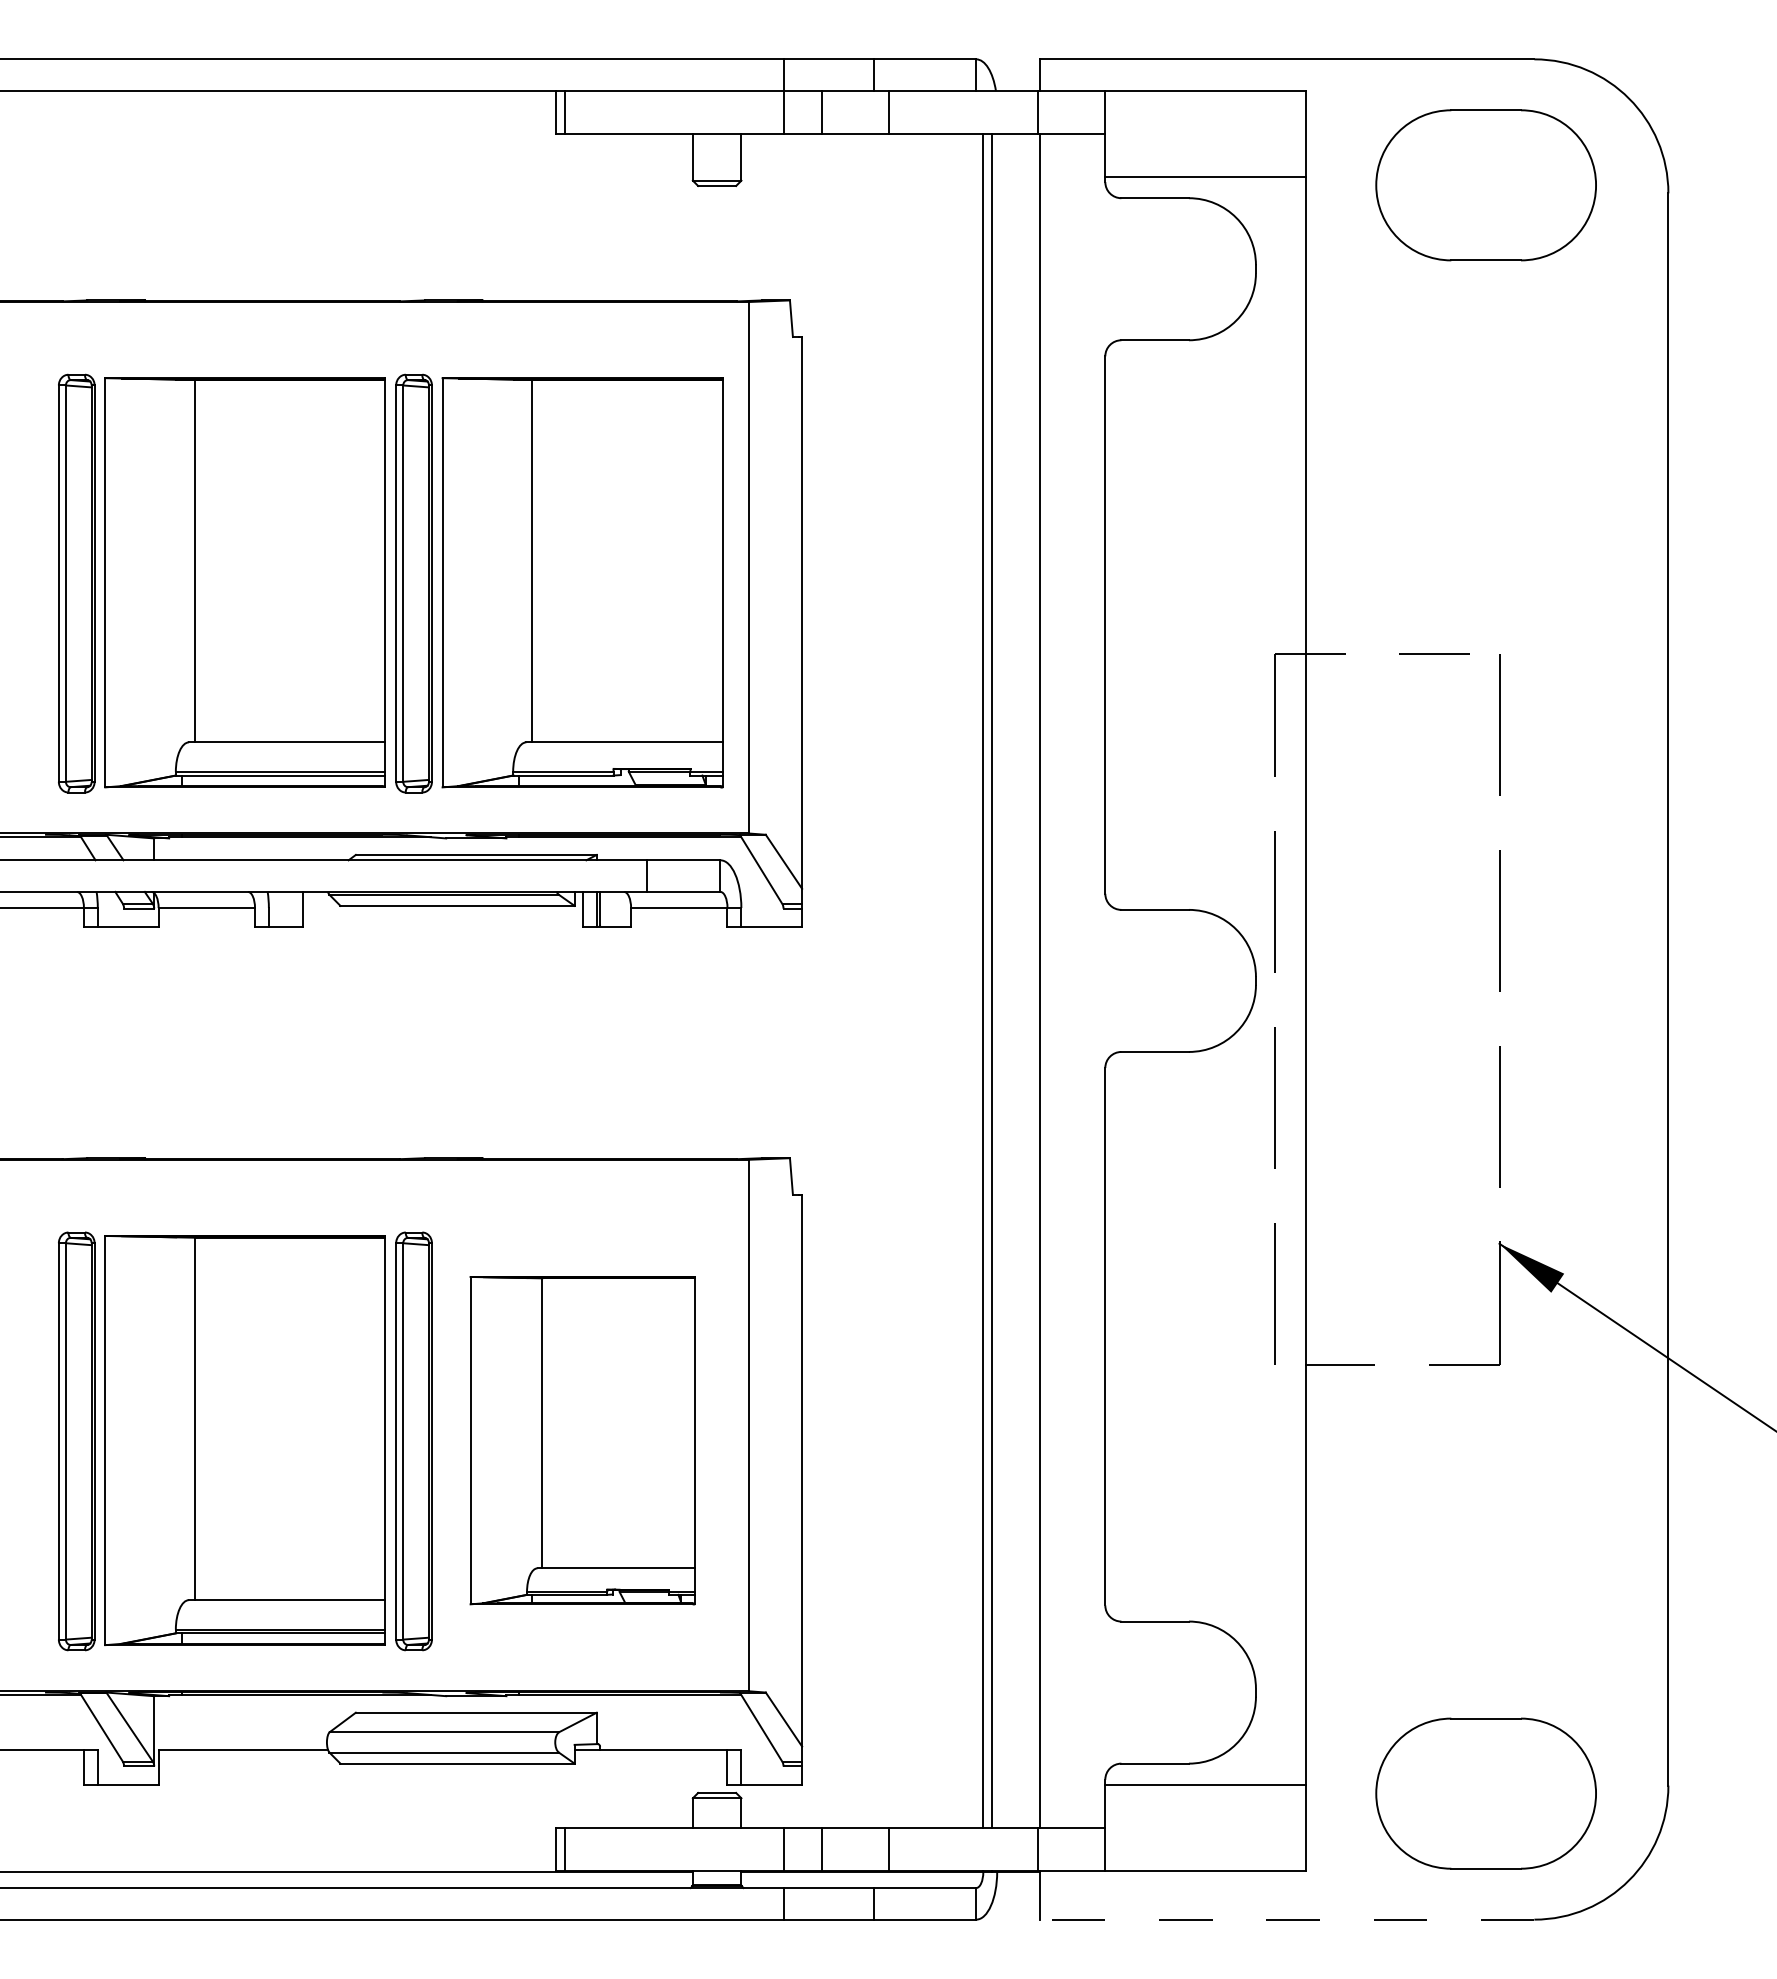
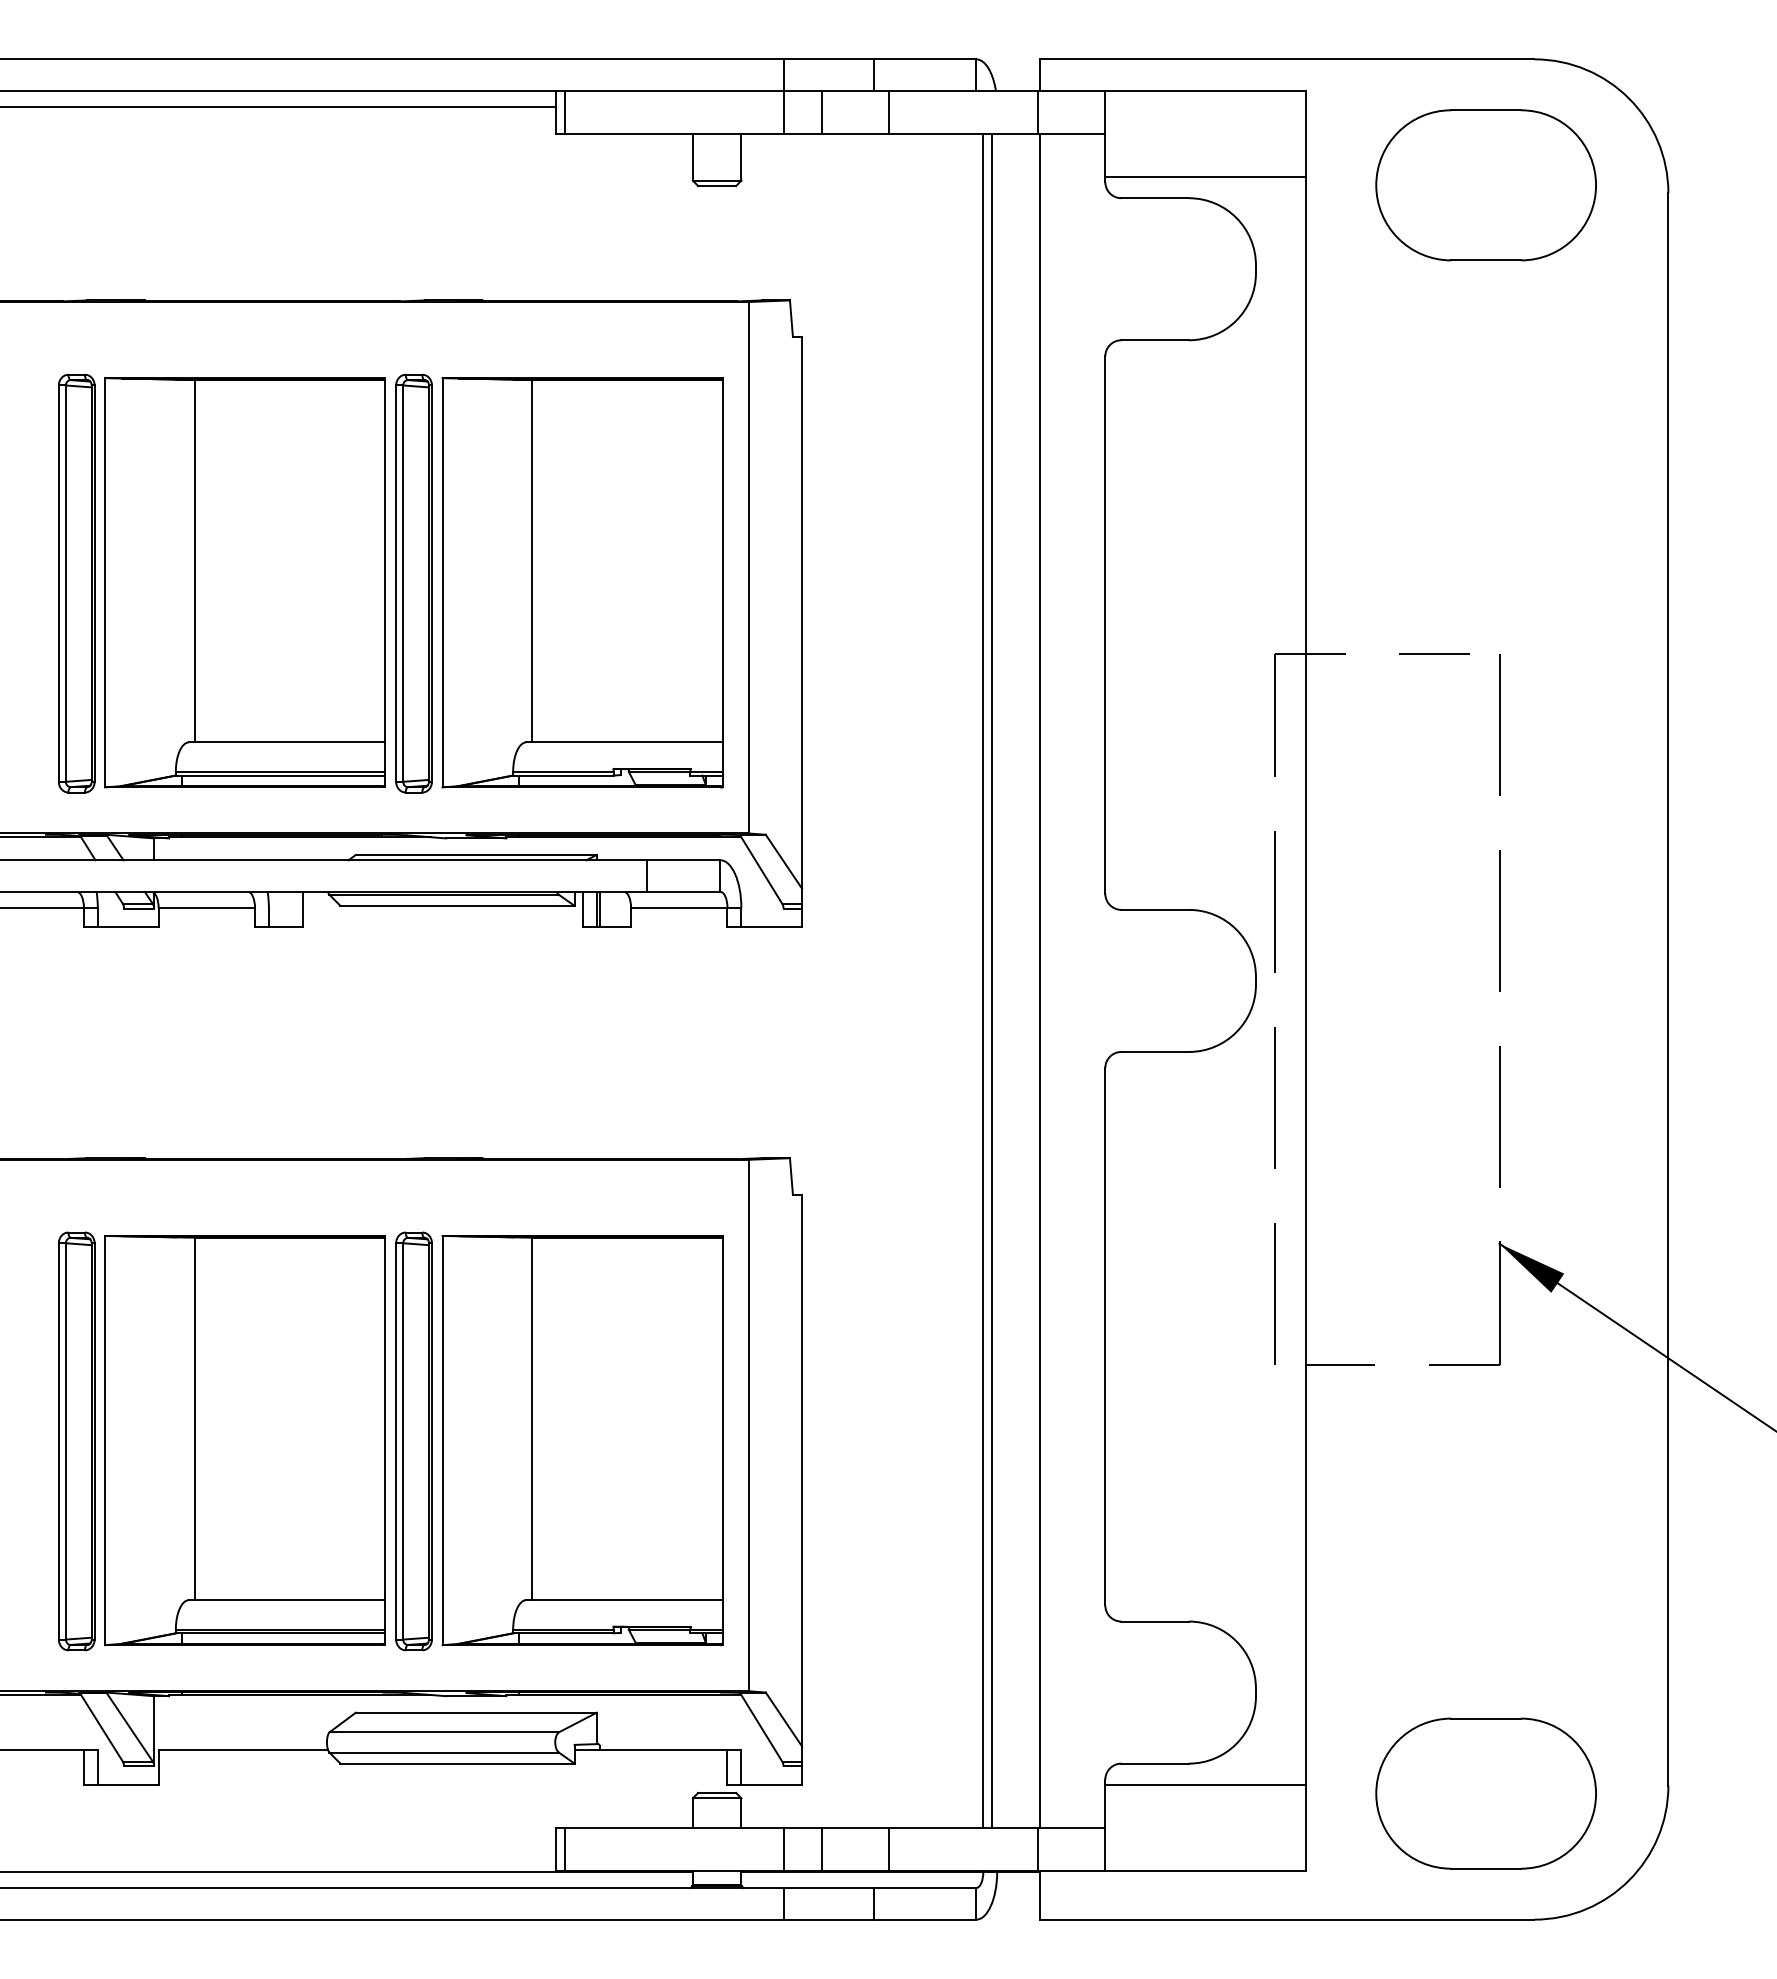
line at (279, 107): none -> present
part at (582, 1440) size: 227x330 px -> 283x412 px
line at (1286, 1919): dashed -> solid
